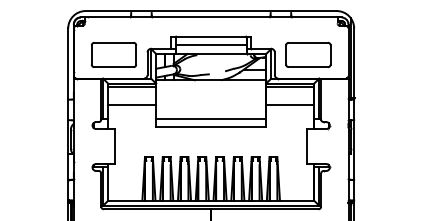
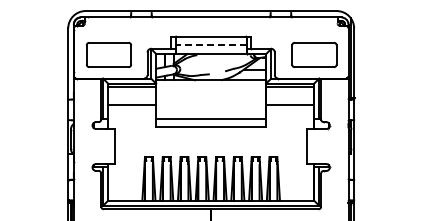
line at (210, 45): solid -> dashed
part at (113, 54) position: (113, 54) -> (108, 54)
part at (308, 54) position: (308, 54) -> (314, 54)
